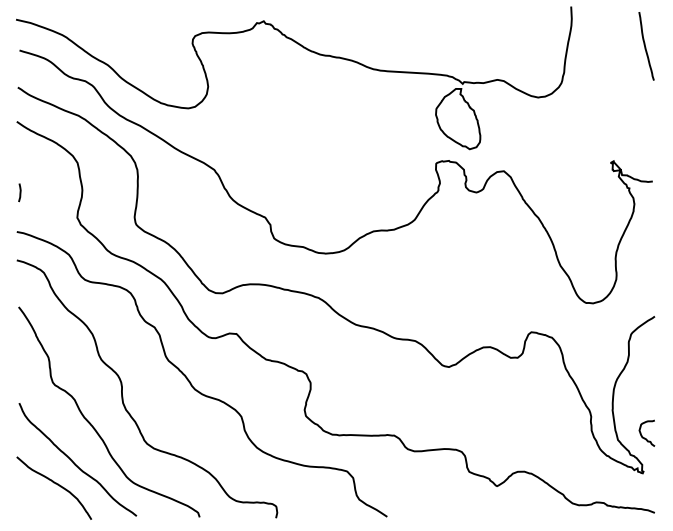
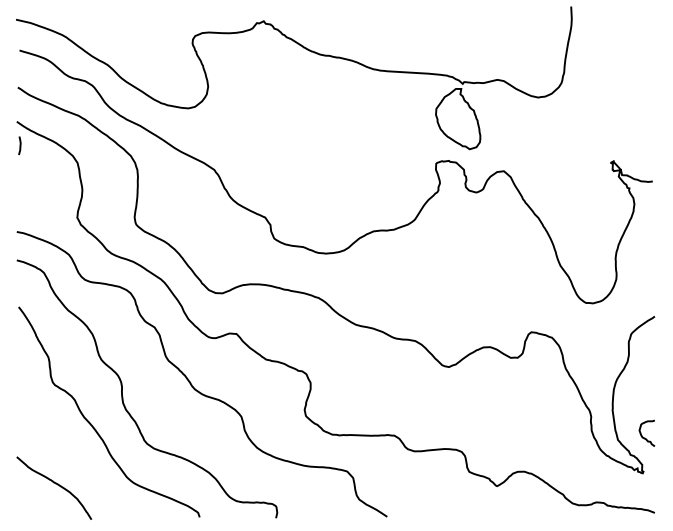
curve at (645, 46): present -> none
line at (19, 192) position: (19, 192) -> (19, 145)
curve at (74, 462): present -> none
